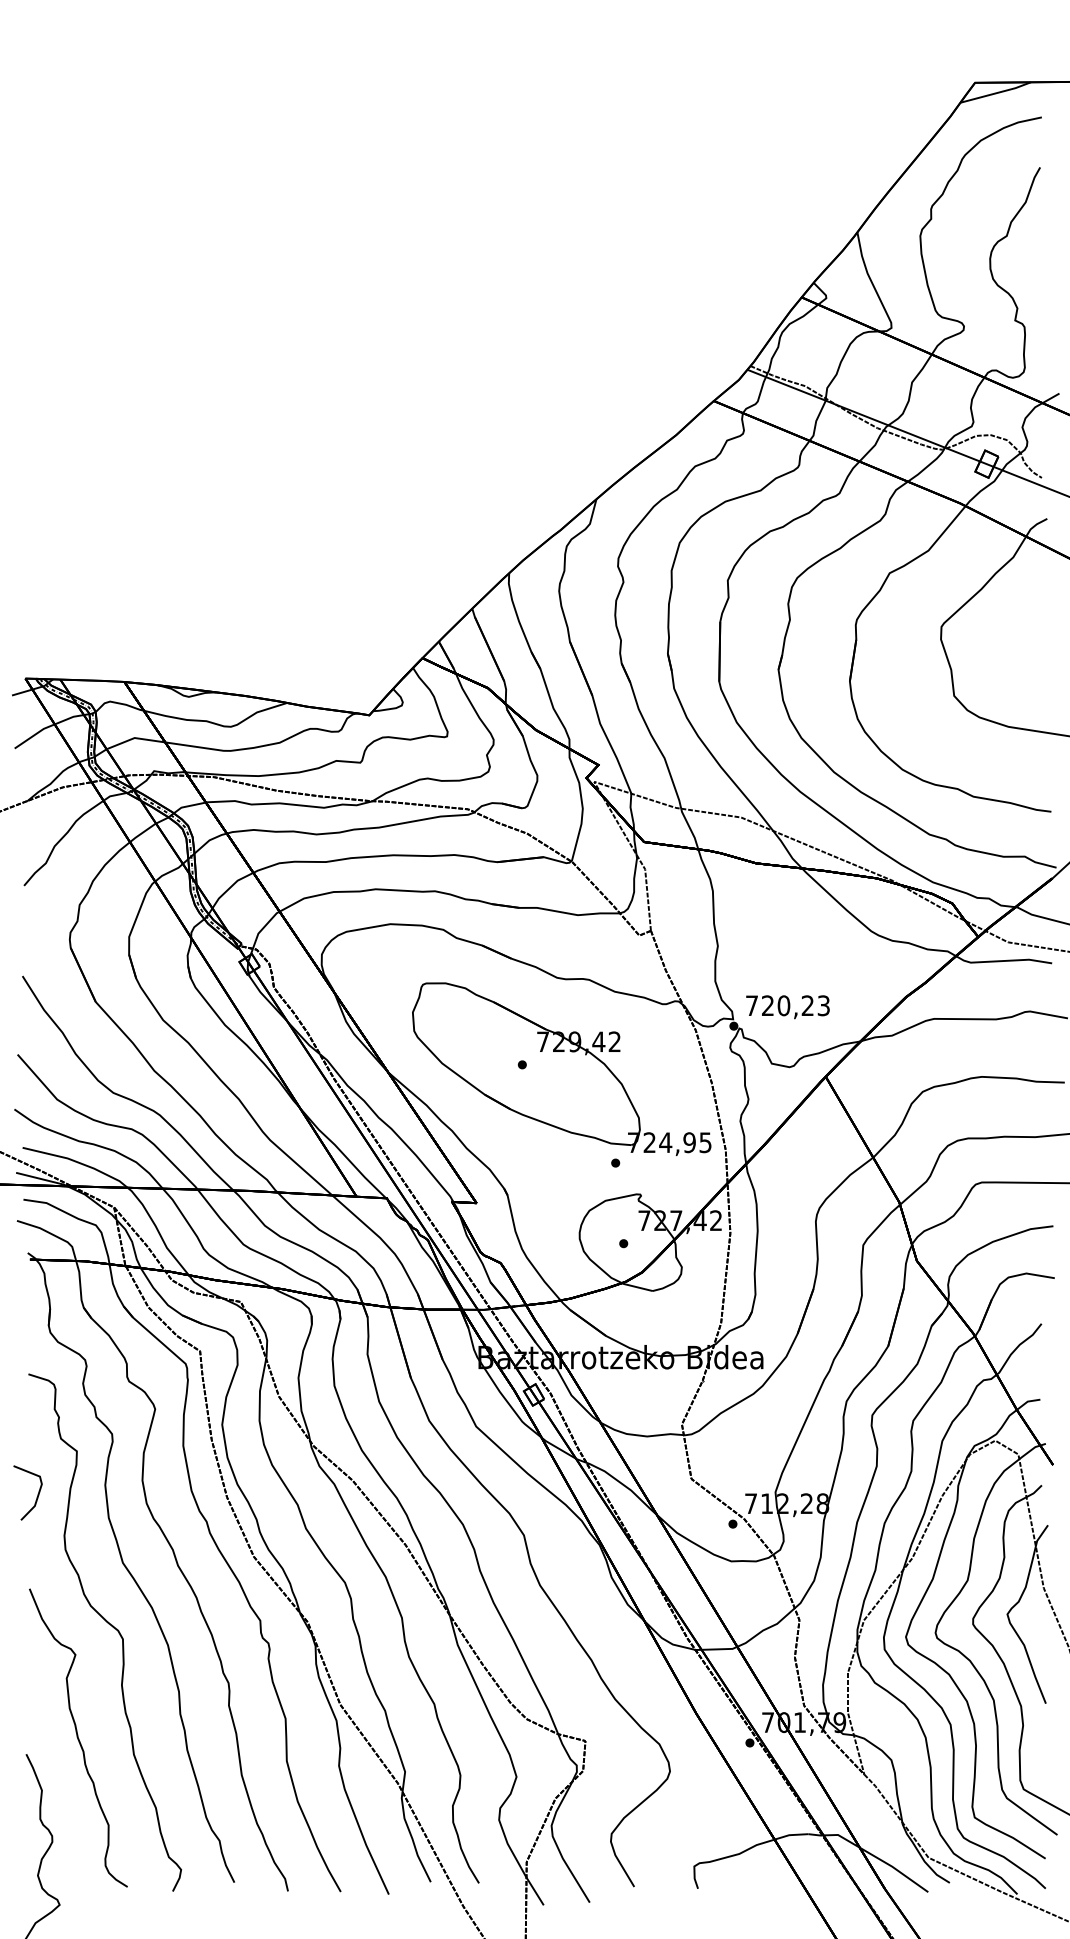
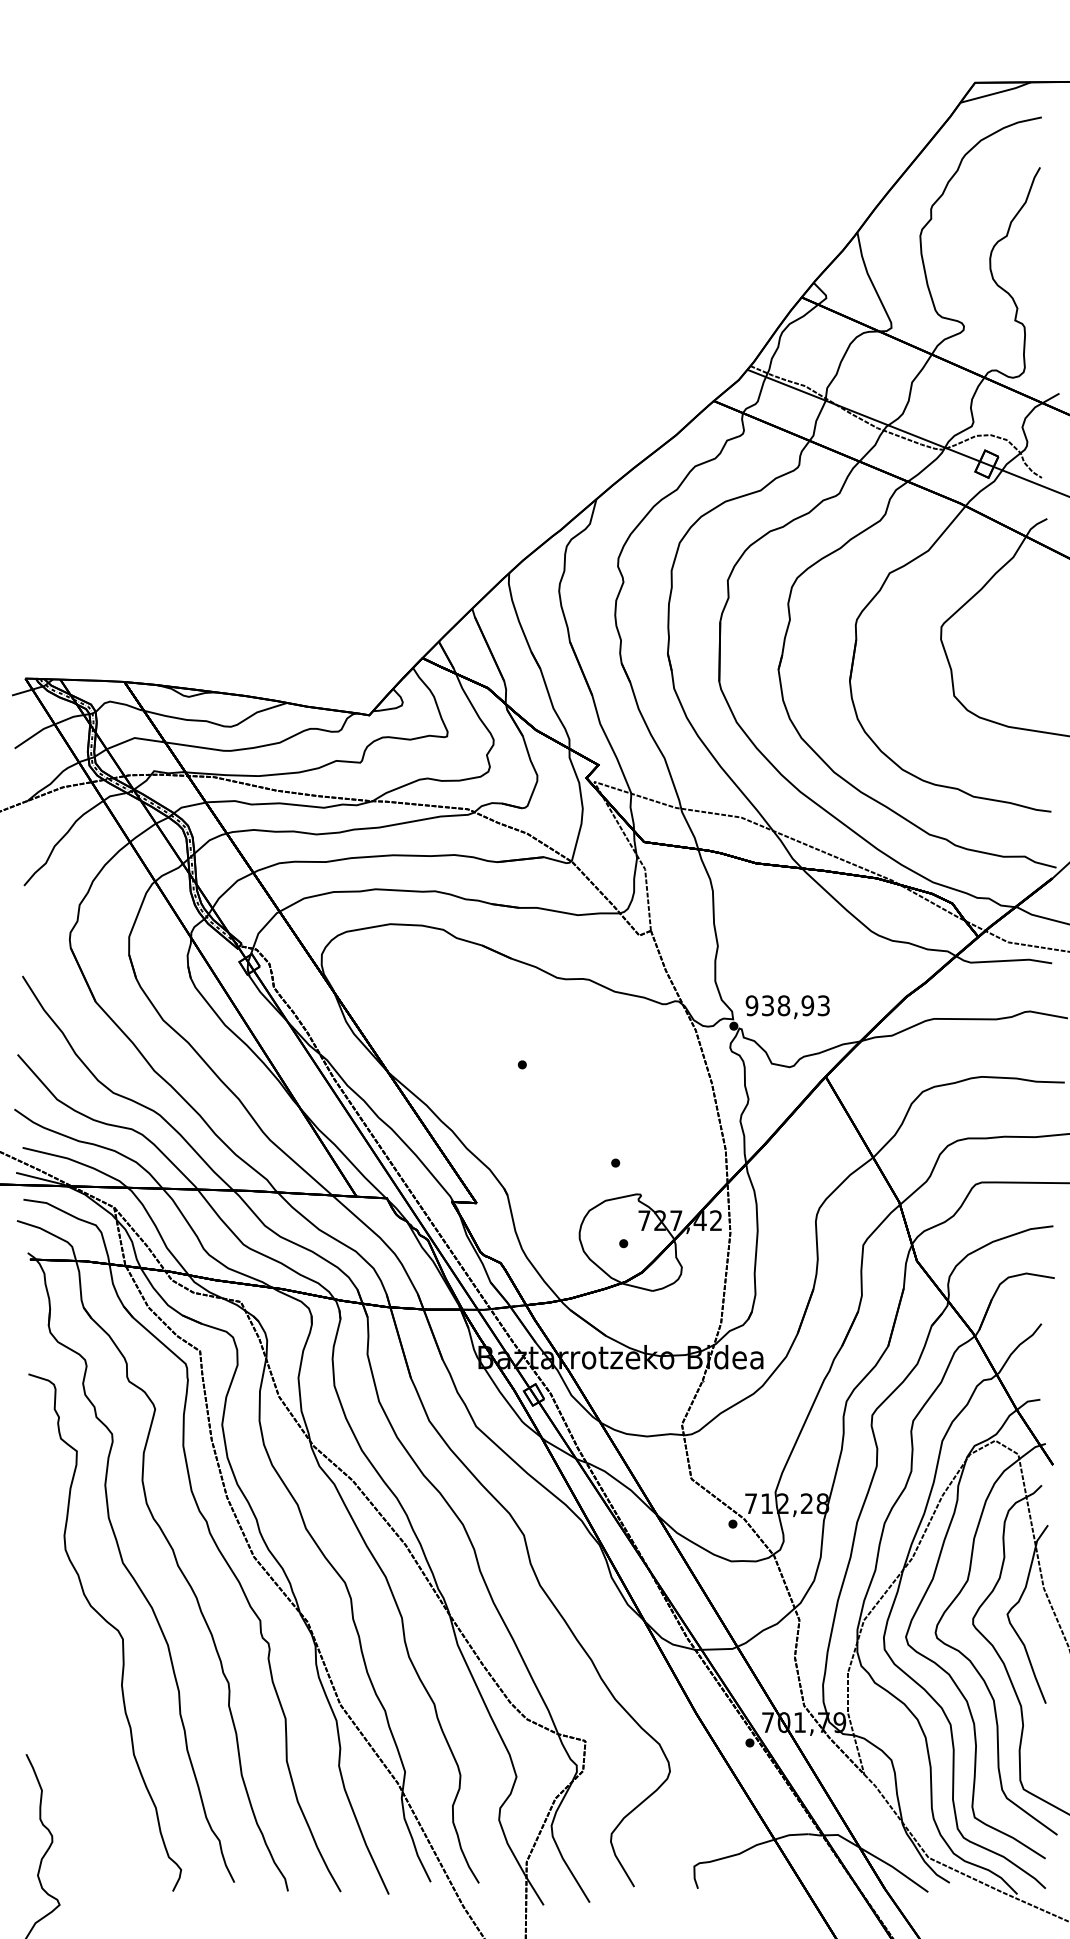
text at (779, 1005): 720,23 -> 938,93
part at (561, 1068): present -> none
line at (37, 1494): present -> none
curve at (78, 1737): present -> none
